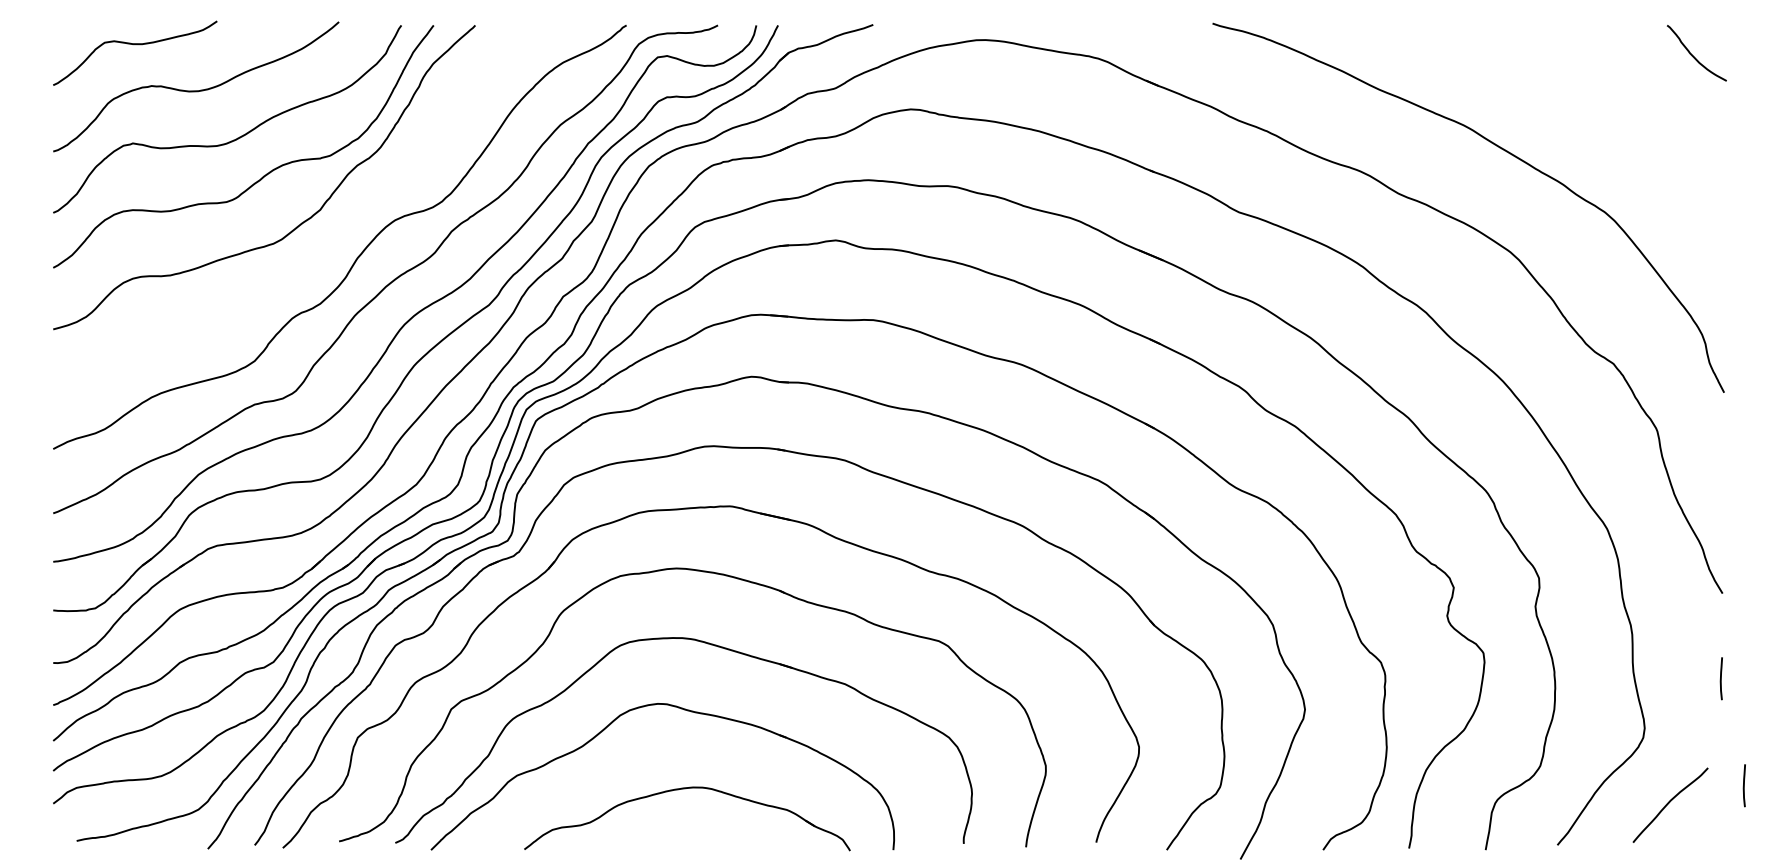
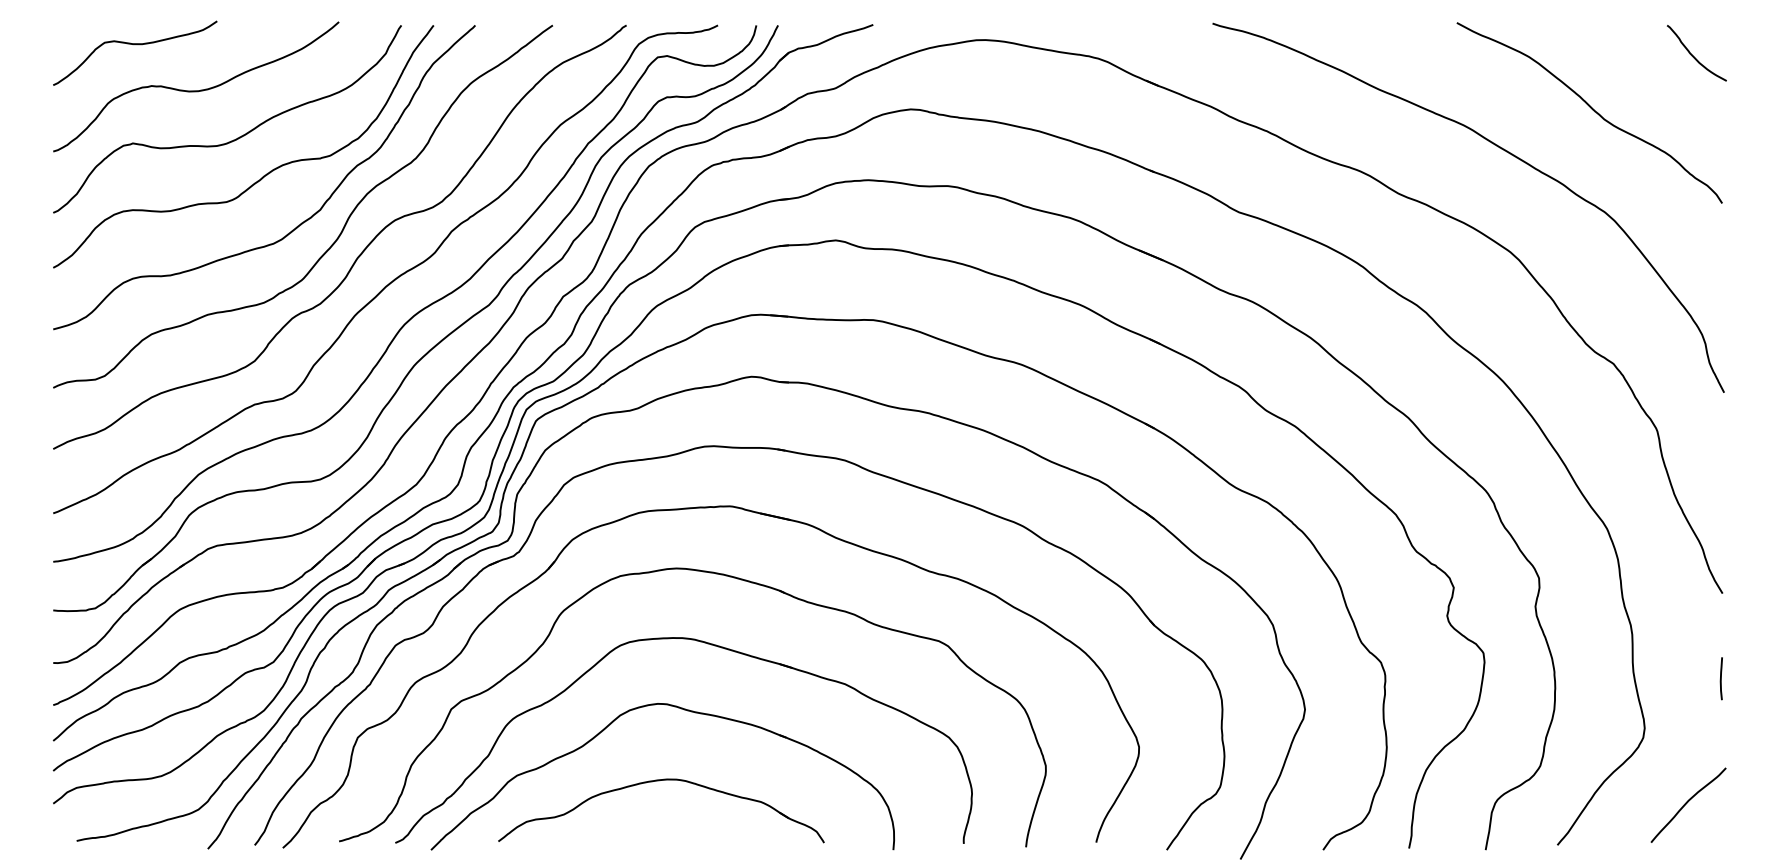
curve at (1591, 109): none -> present
curve at (343, 226): none -> present
line at (1743, 785): present -> none
part at (685, 789) position: (685, 789) -> (659, 781)
curve at (1669, 803) position: (1669, 803) -> (1687, 803)
